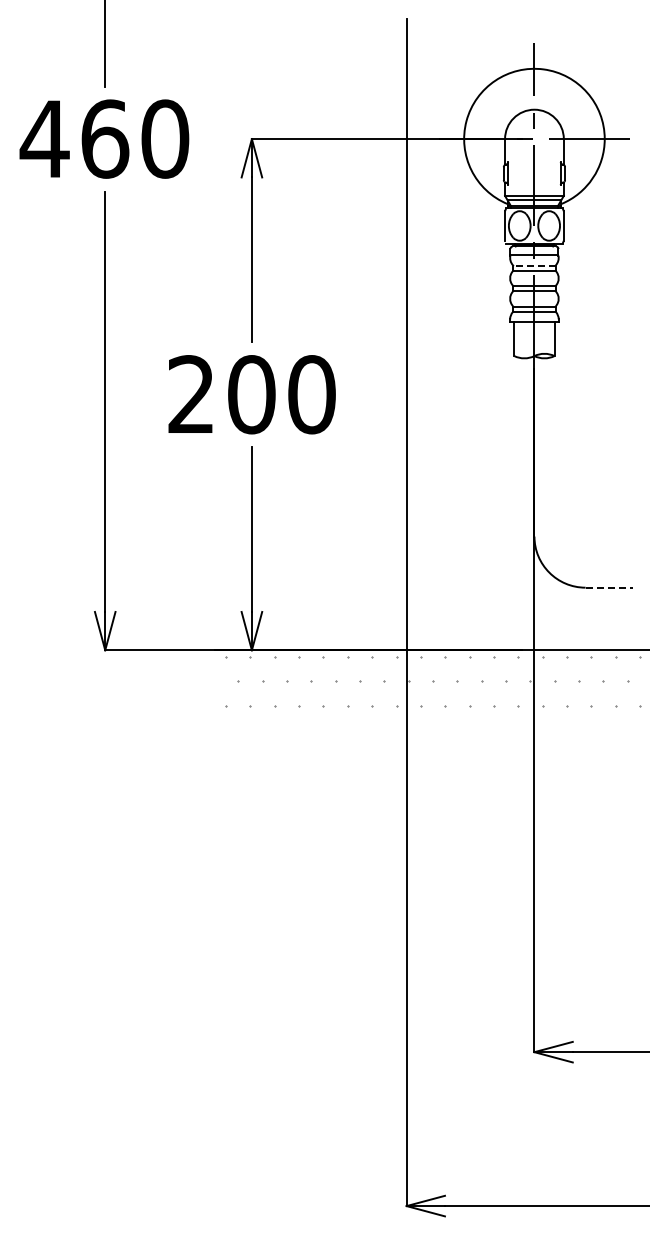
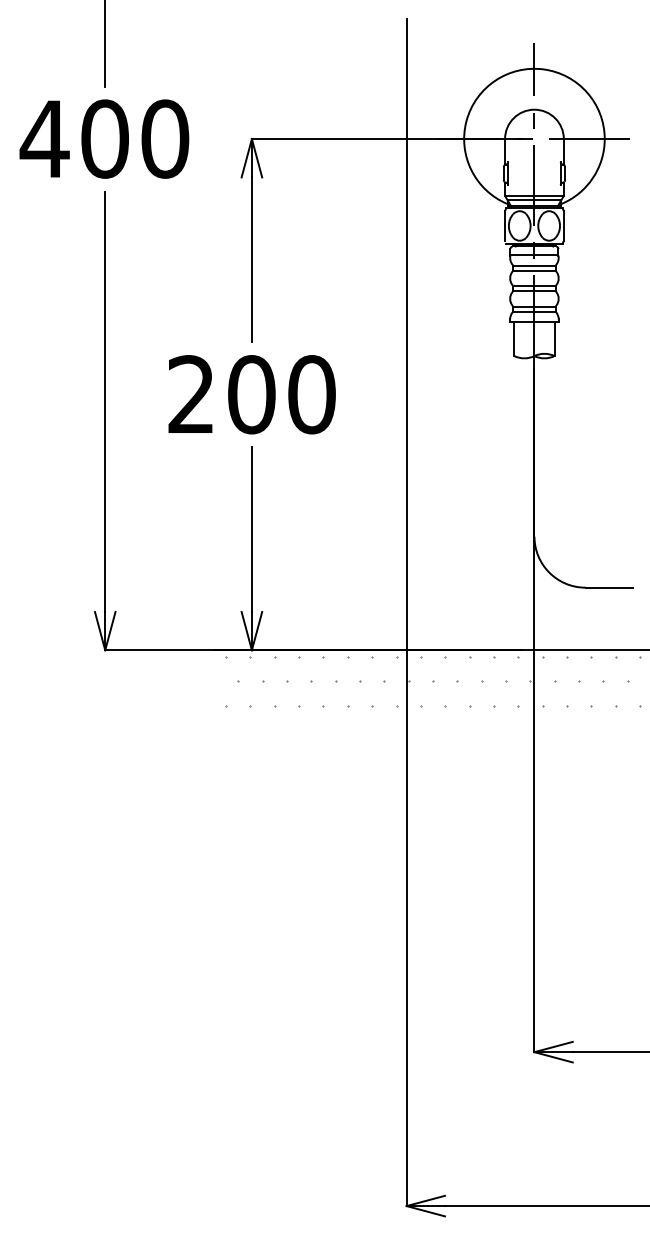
text at (105, 138): 460 -> 400
line at (533, 265): dashed -> solid
line at (609, 587): dashed -> solid
